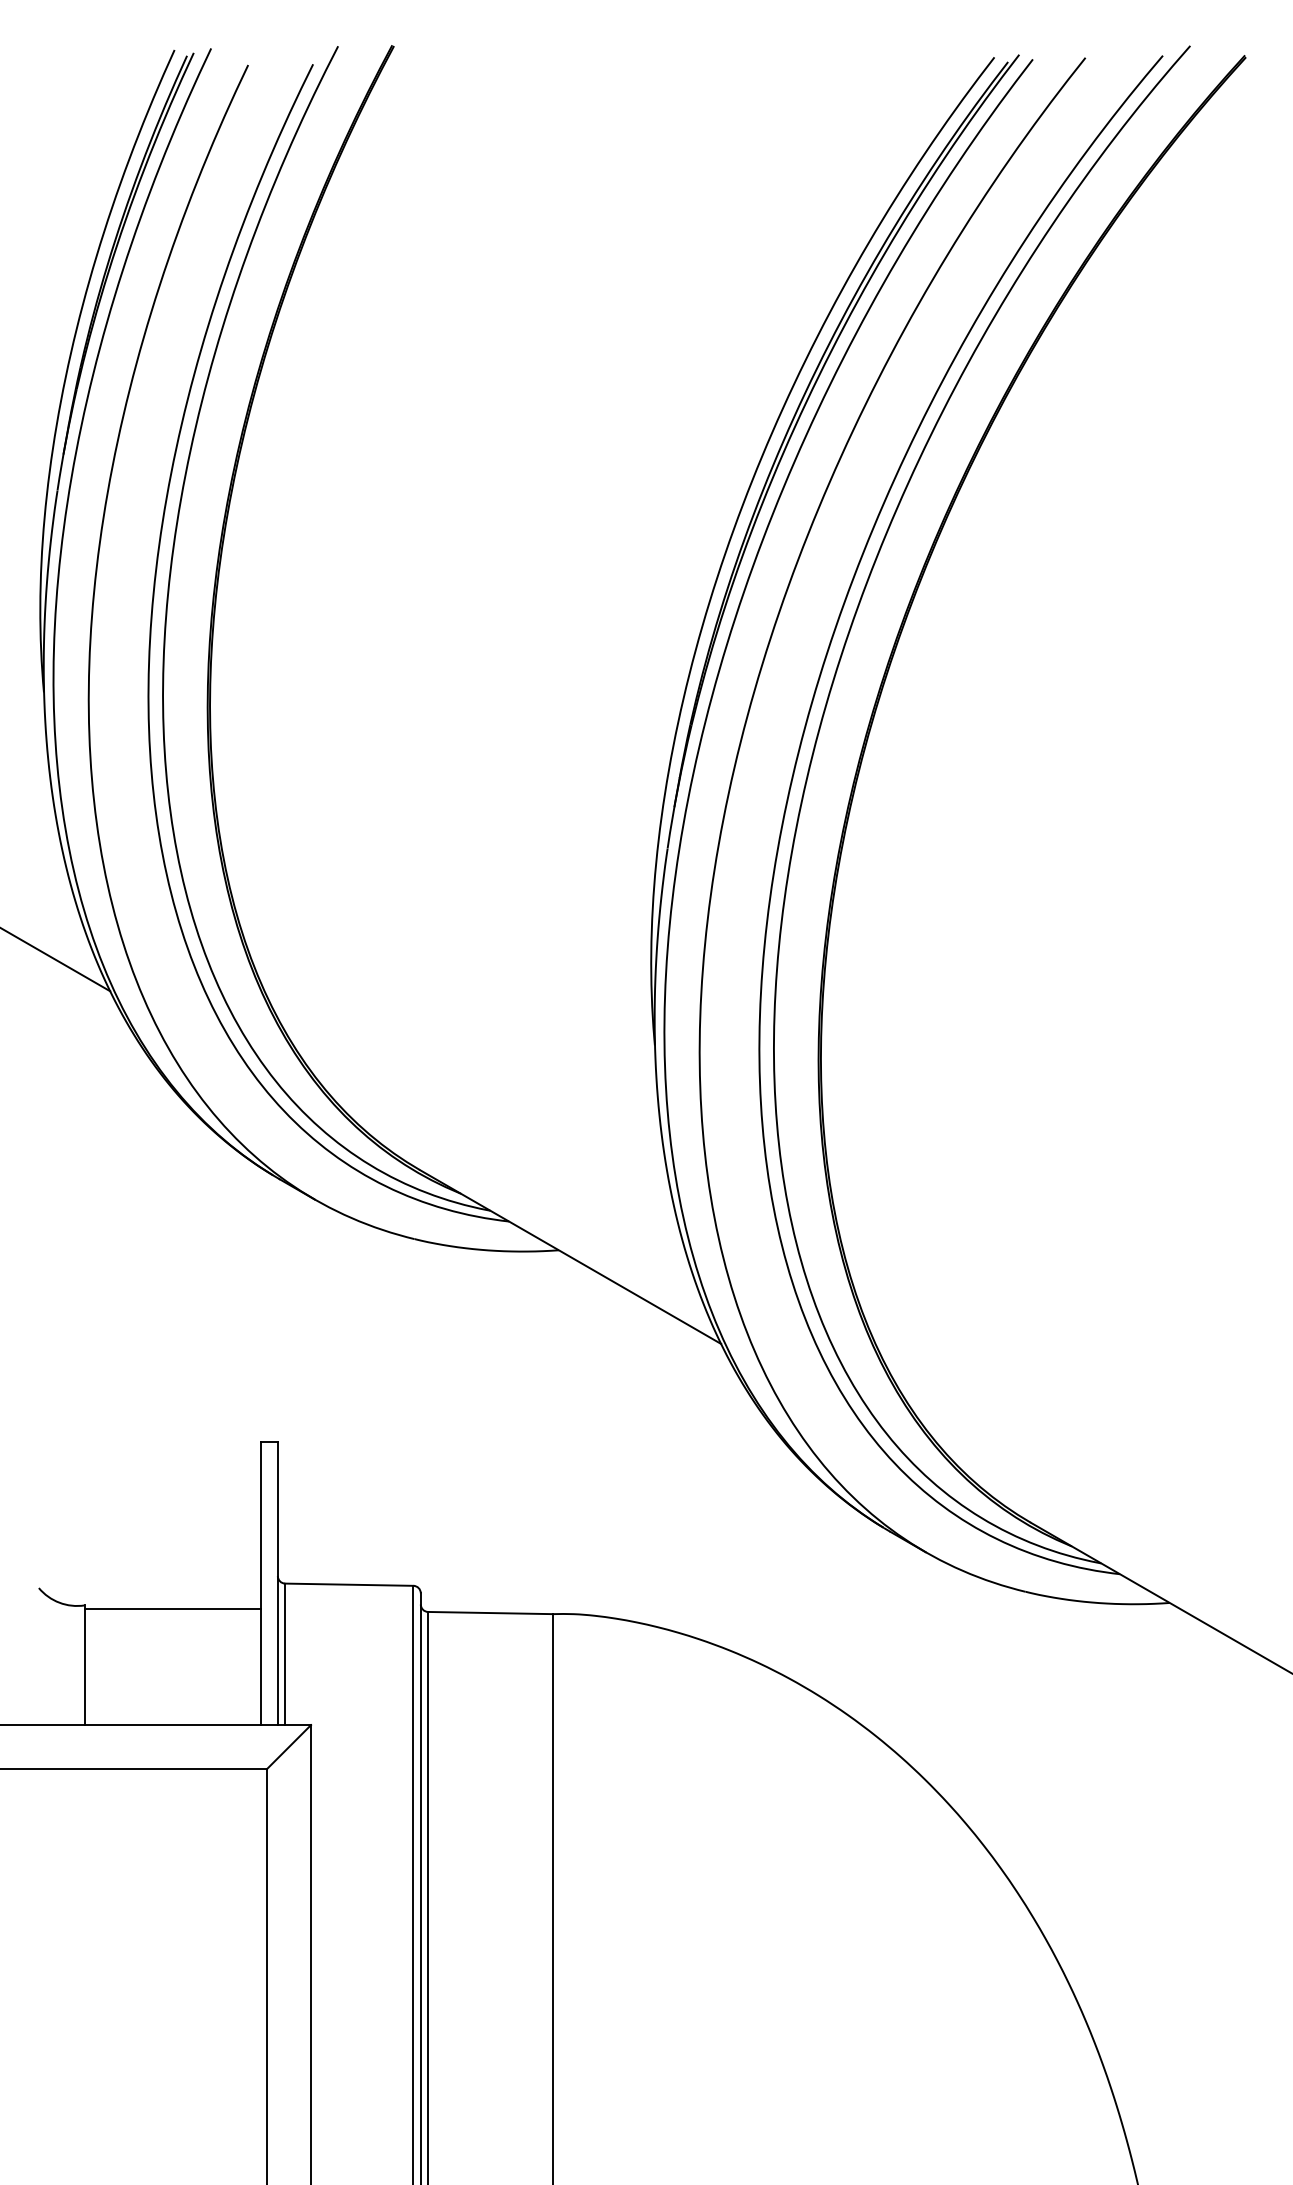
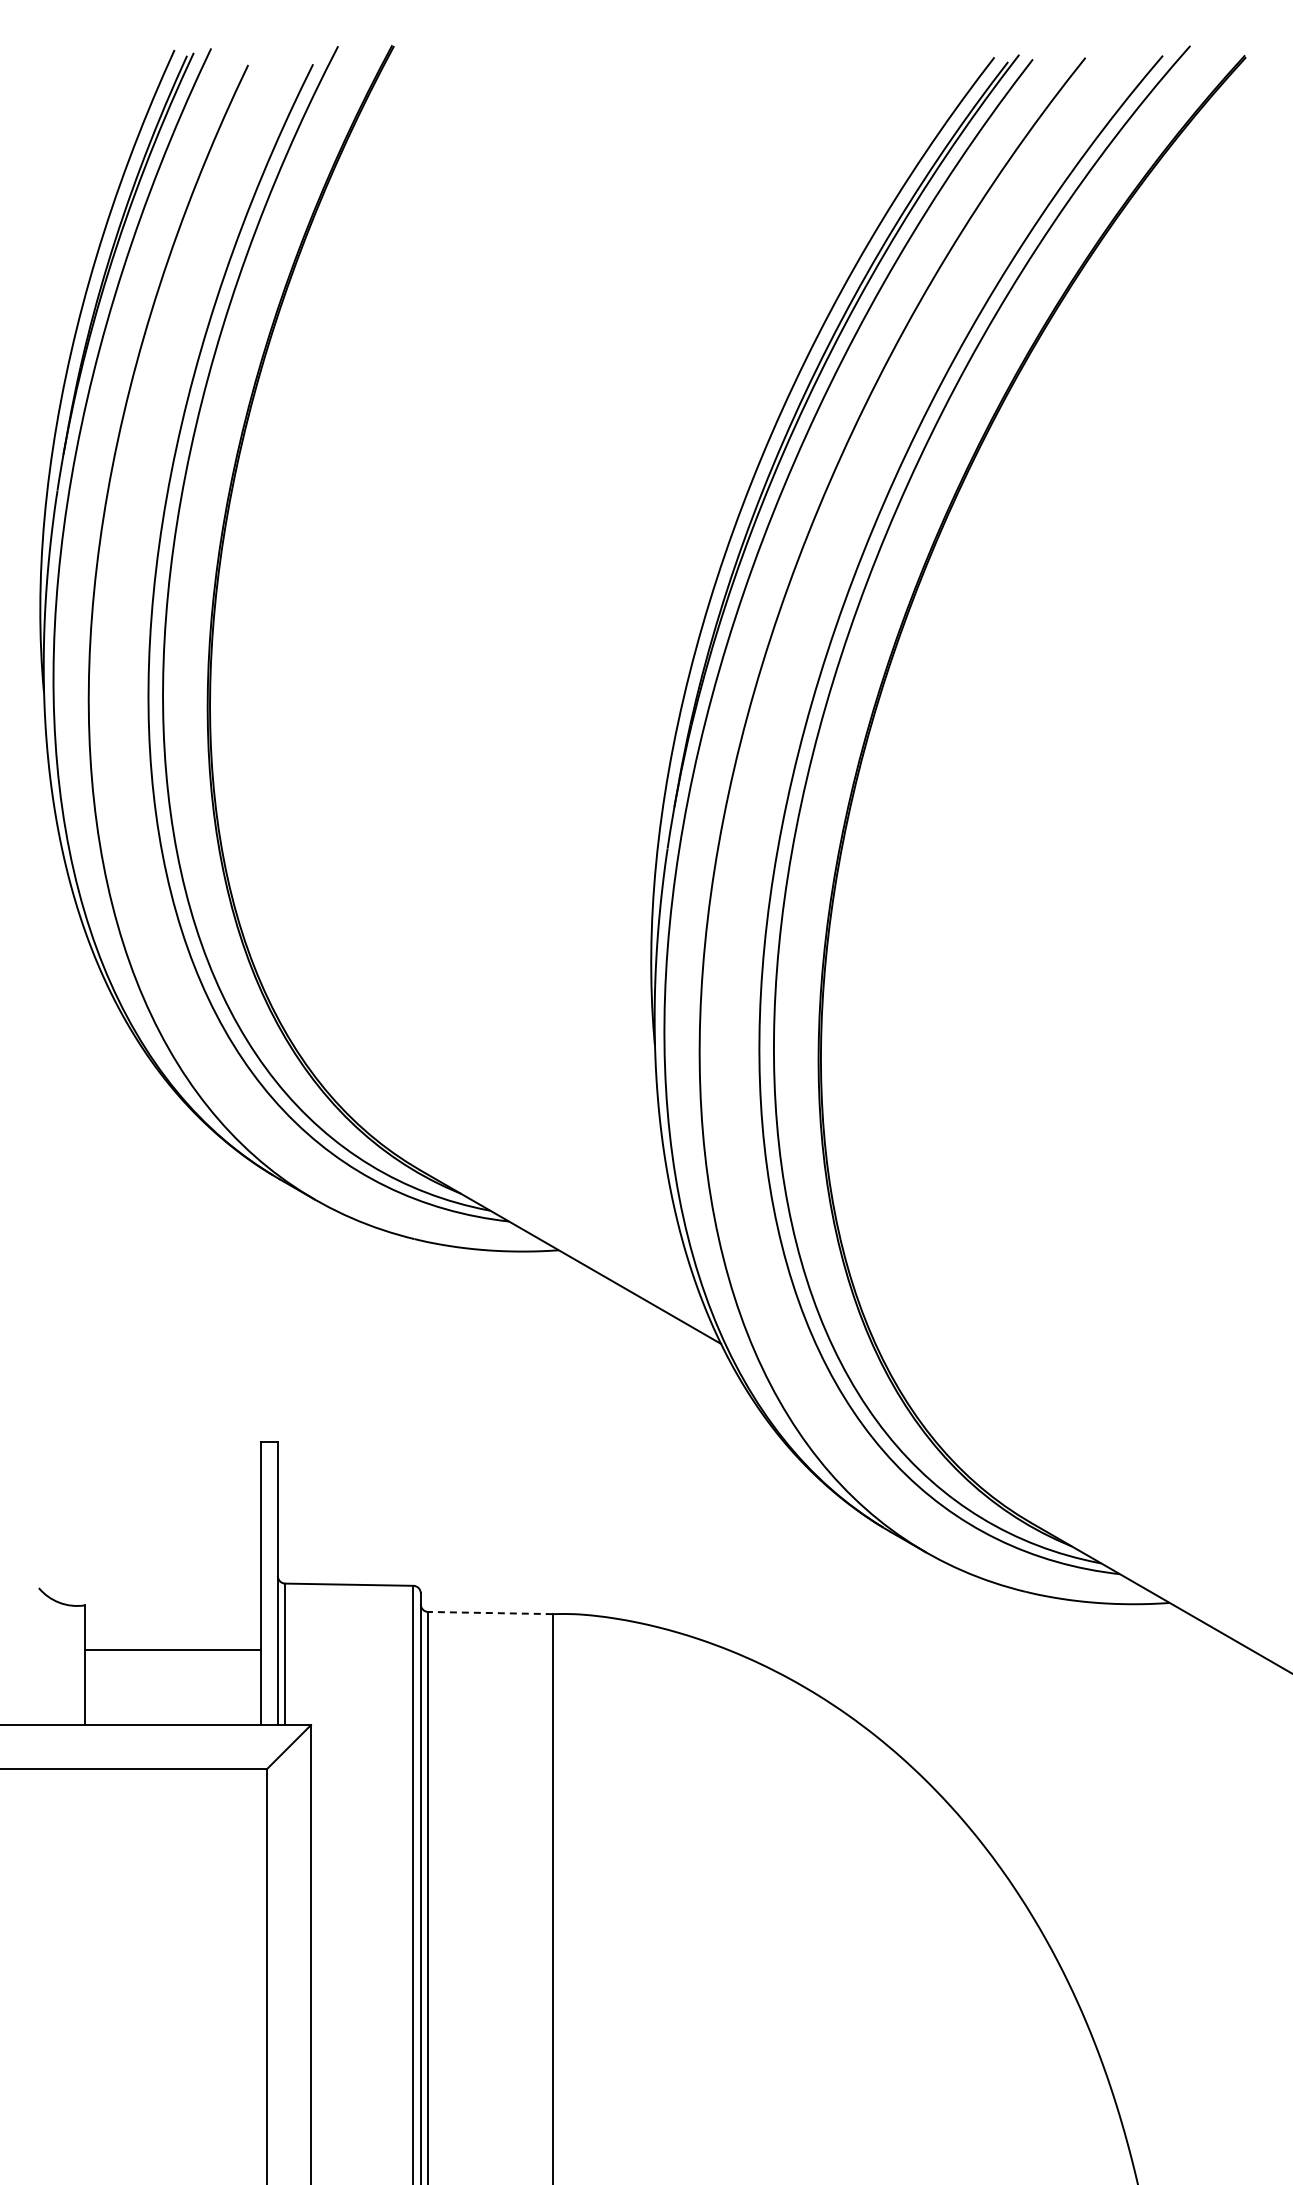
line at (56, 960): present -> none
line at (172, 1608) position: (172, 1608) -> (172, 1649)
line at (489, 1613): solid -> dashed
